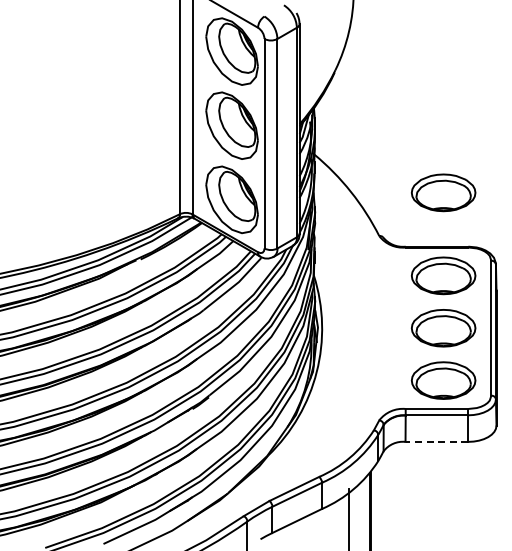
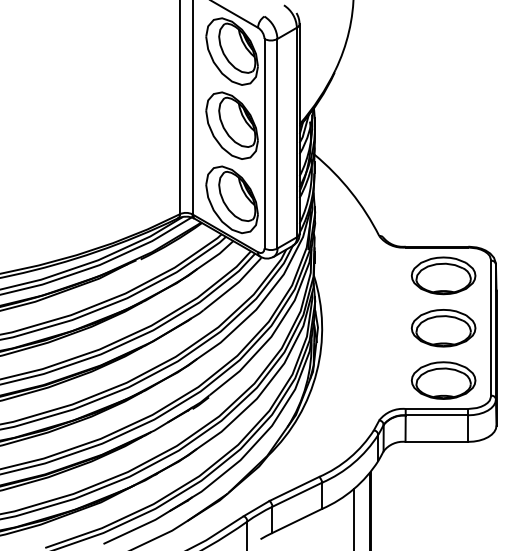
part at (443, 192): present -> none
line at (436, 441): dashed -> solid
line at (348, 518) position: (348, 518) -> (353, 518)
